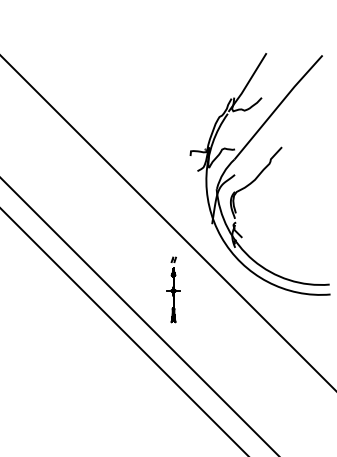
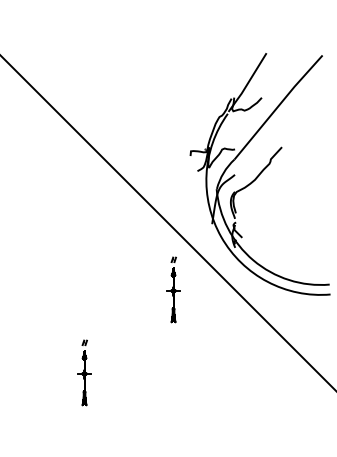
line at (139, 316): present -> none
line at (123, 331): present -> none
part at (84, 372): none -> present
